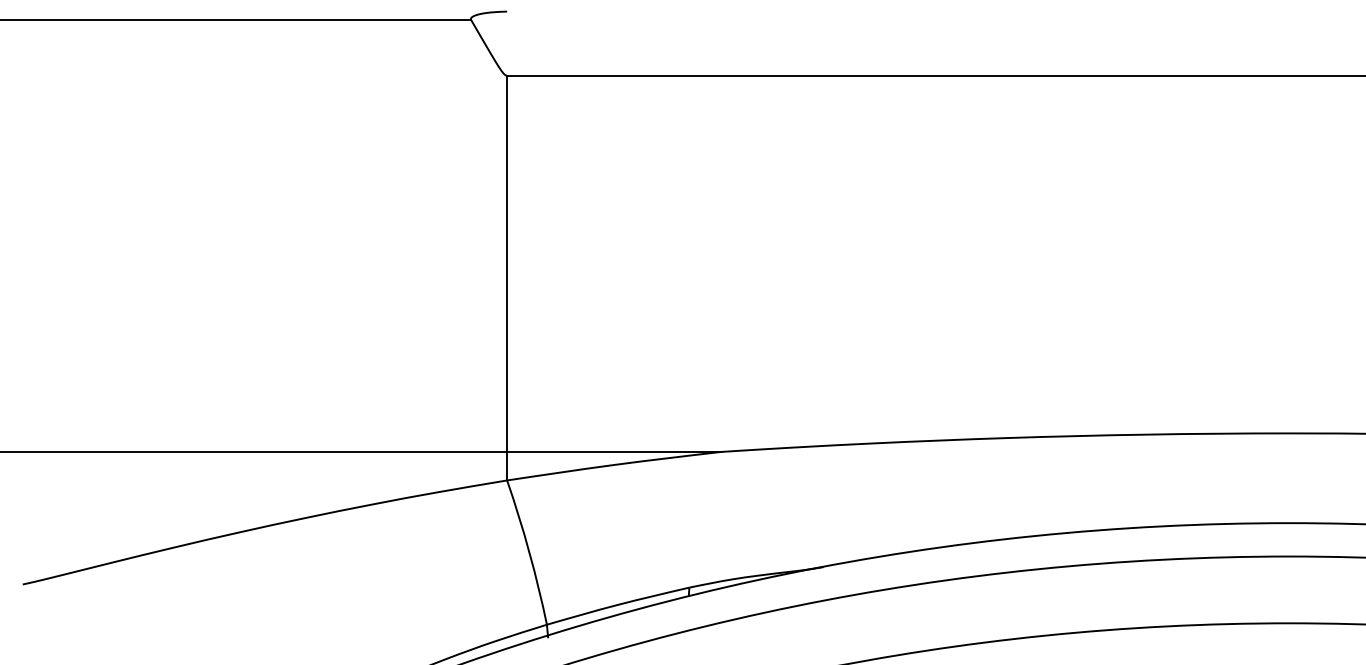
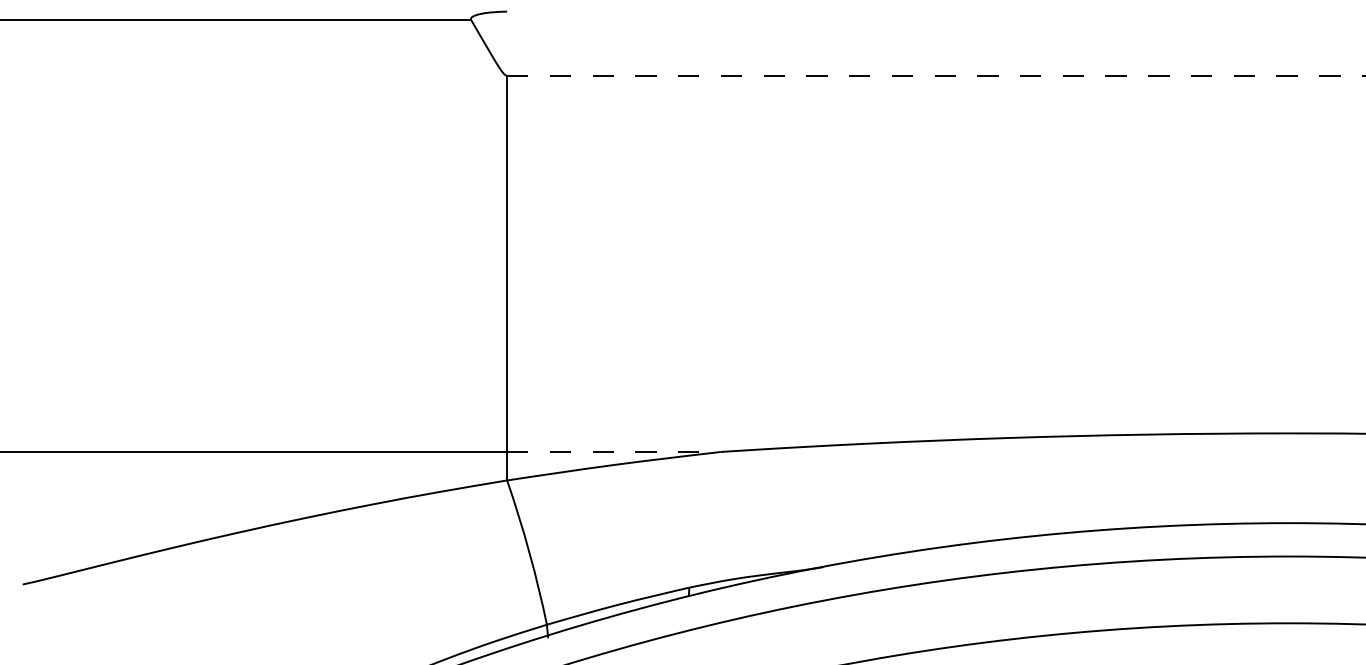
line at (936, 75): solid -> dashed
line at (613, 451): solid -> dashed
